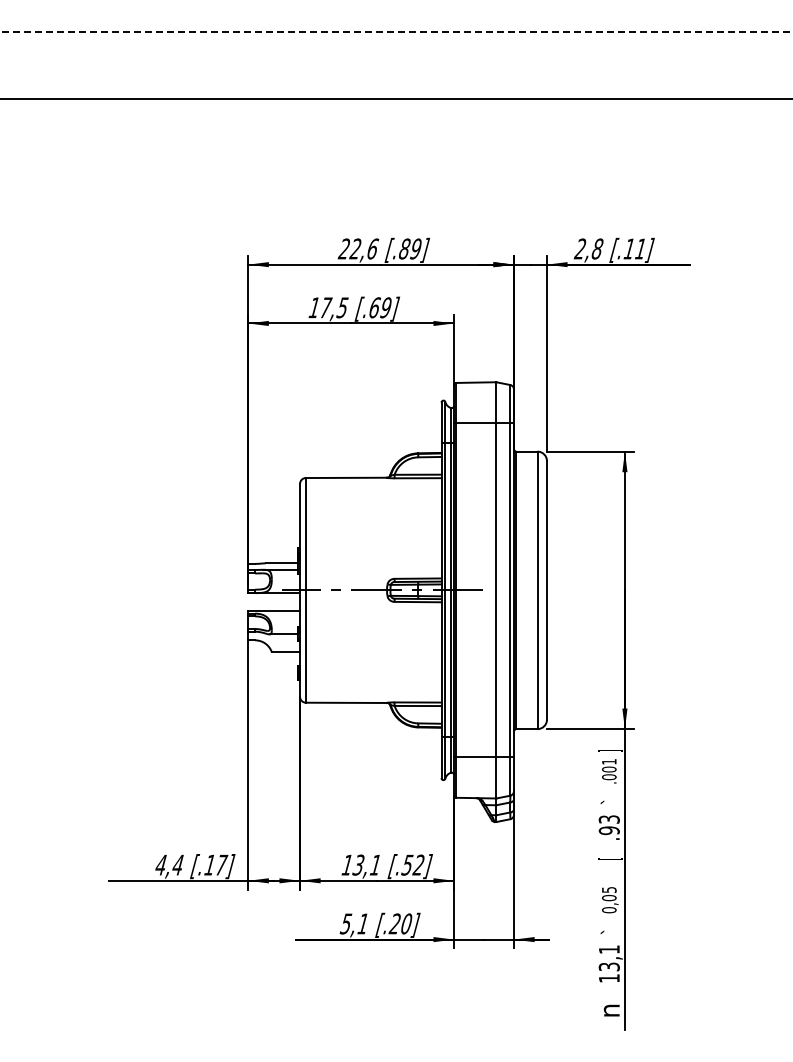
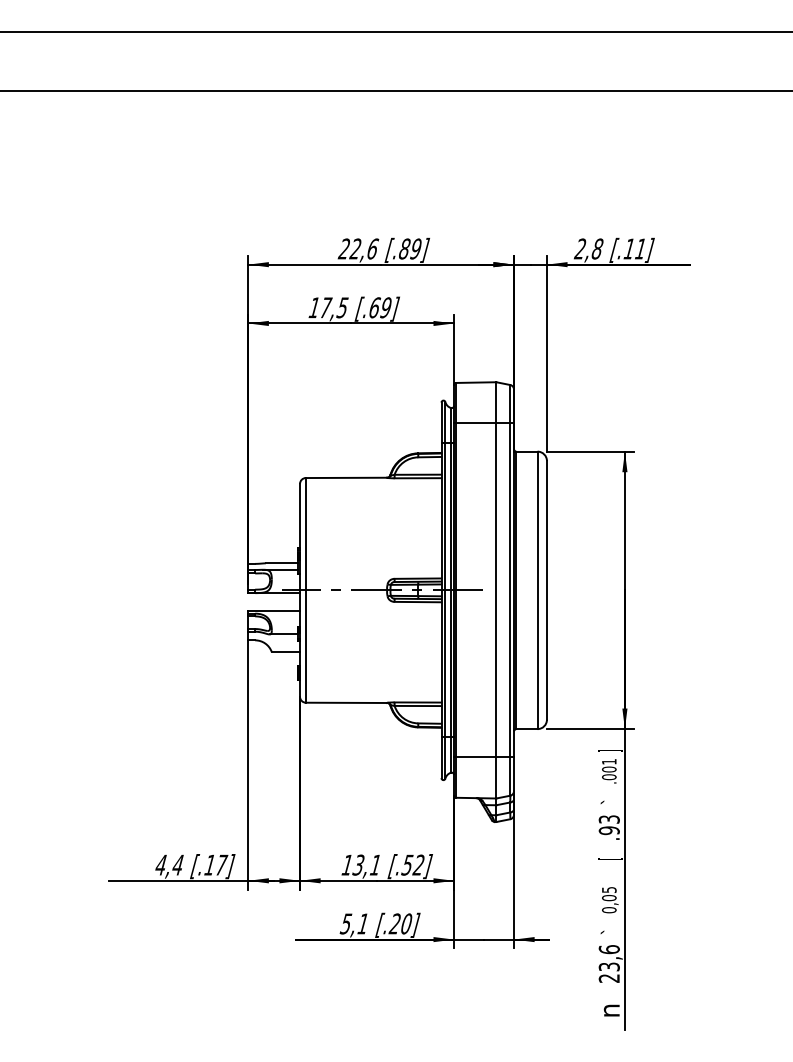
line at (397, 31): dashed -> solid
line at (395, 98) position: (395, 98) -> (395, 90)
text at (608, 963): 13,1 -> 23,6
